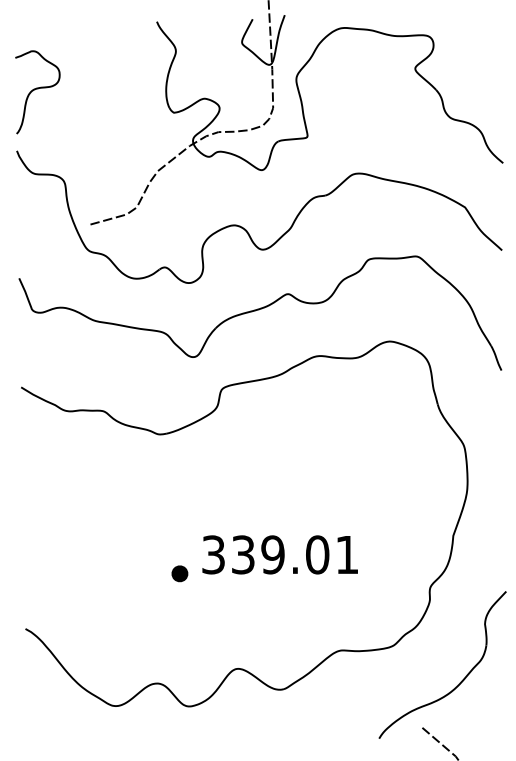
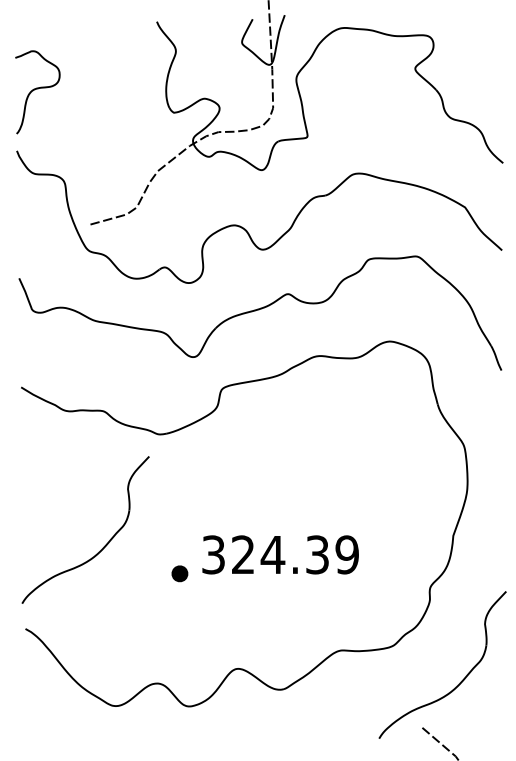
part at (103, 546): none -> present
text at (295, 554): 339.01 -> 324.39
